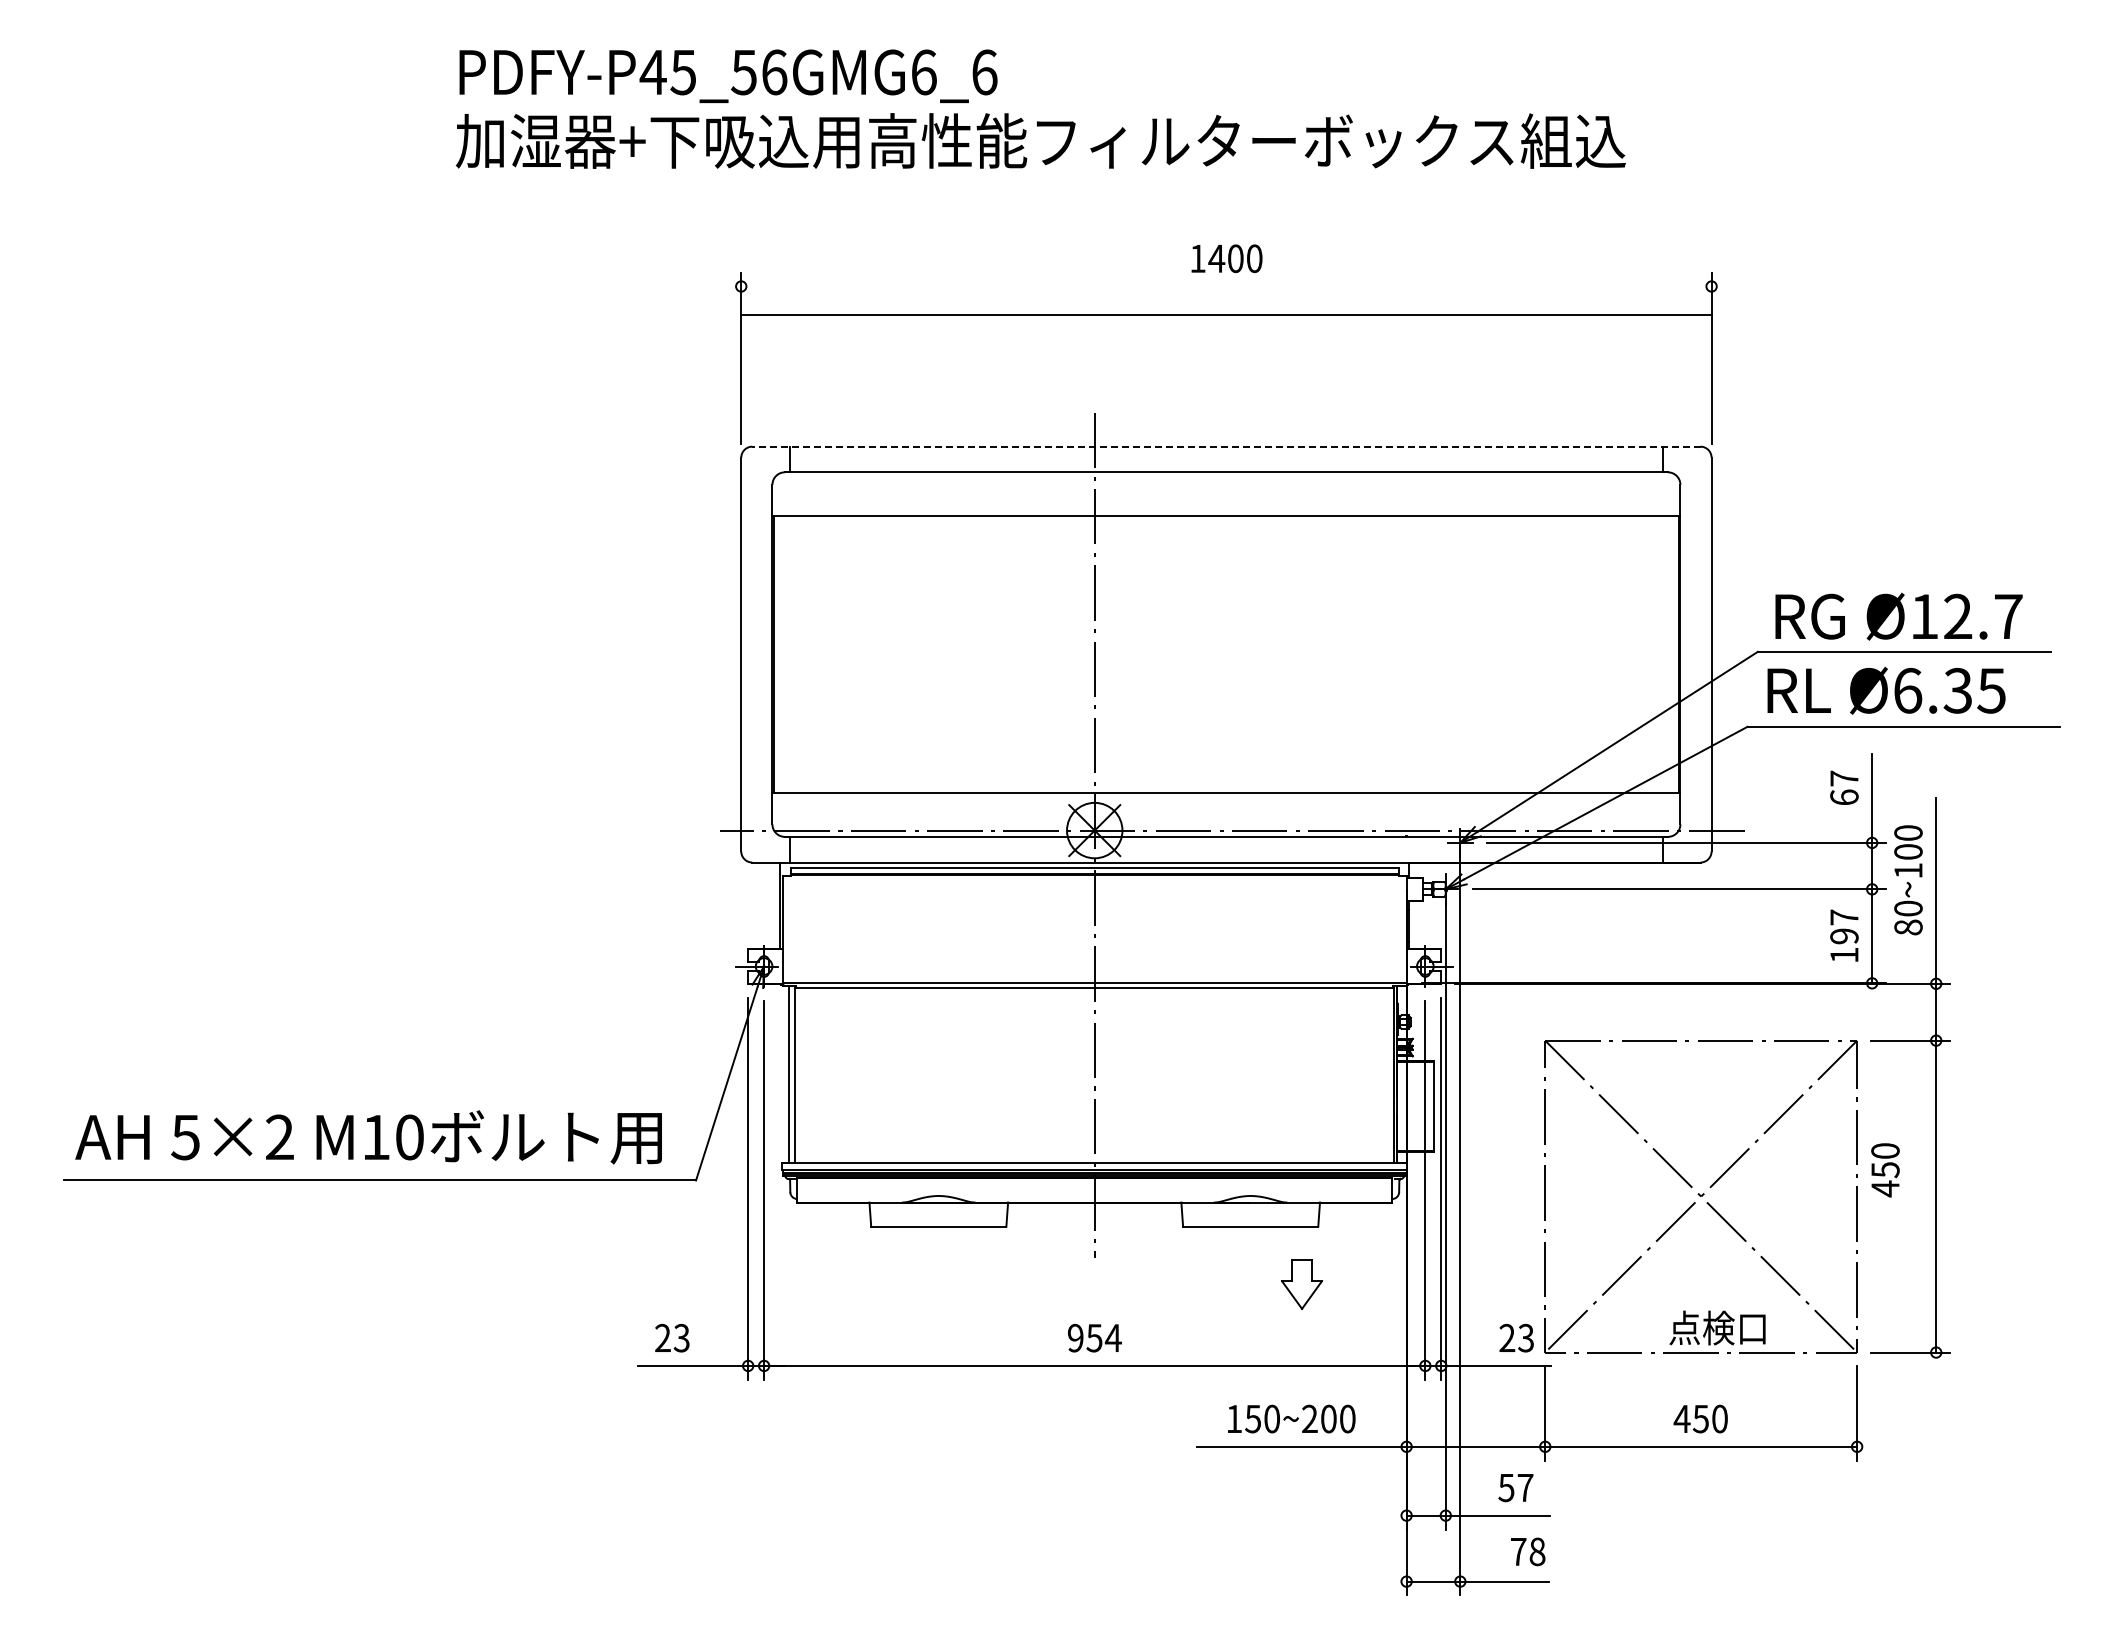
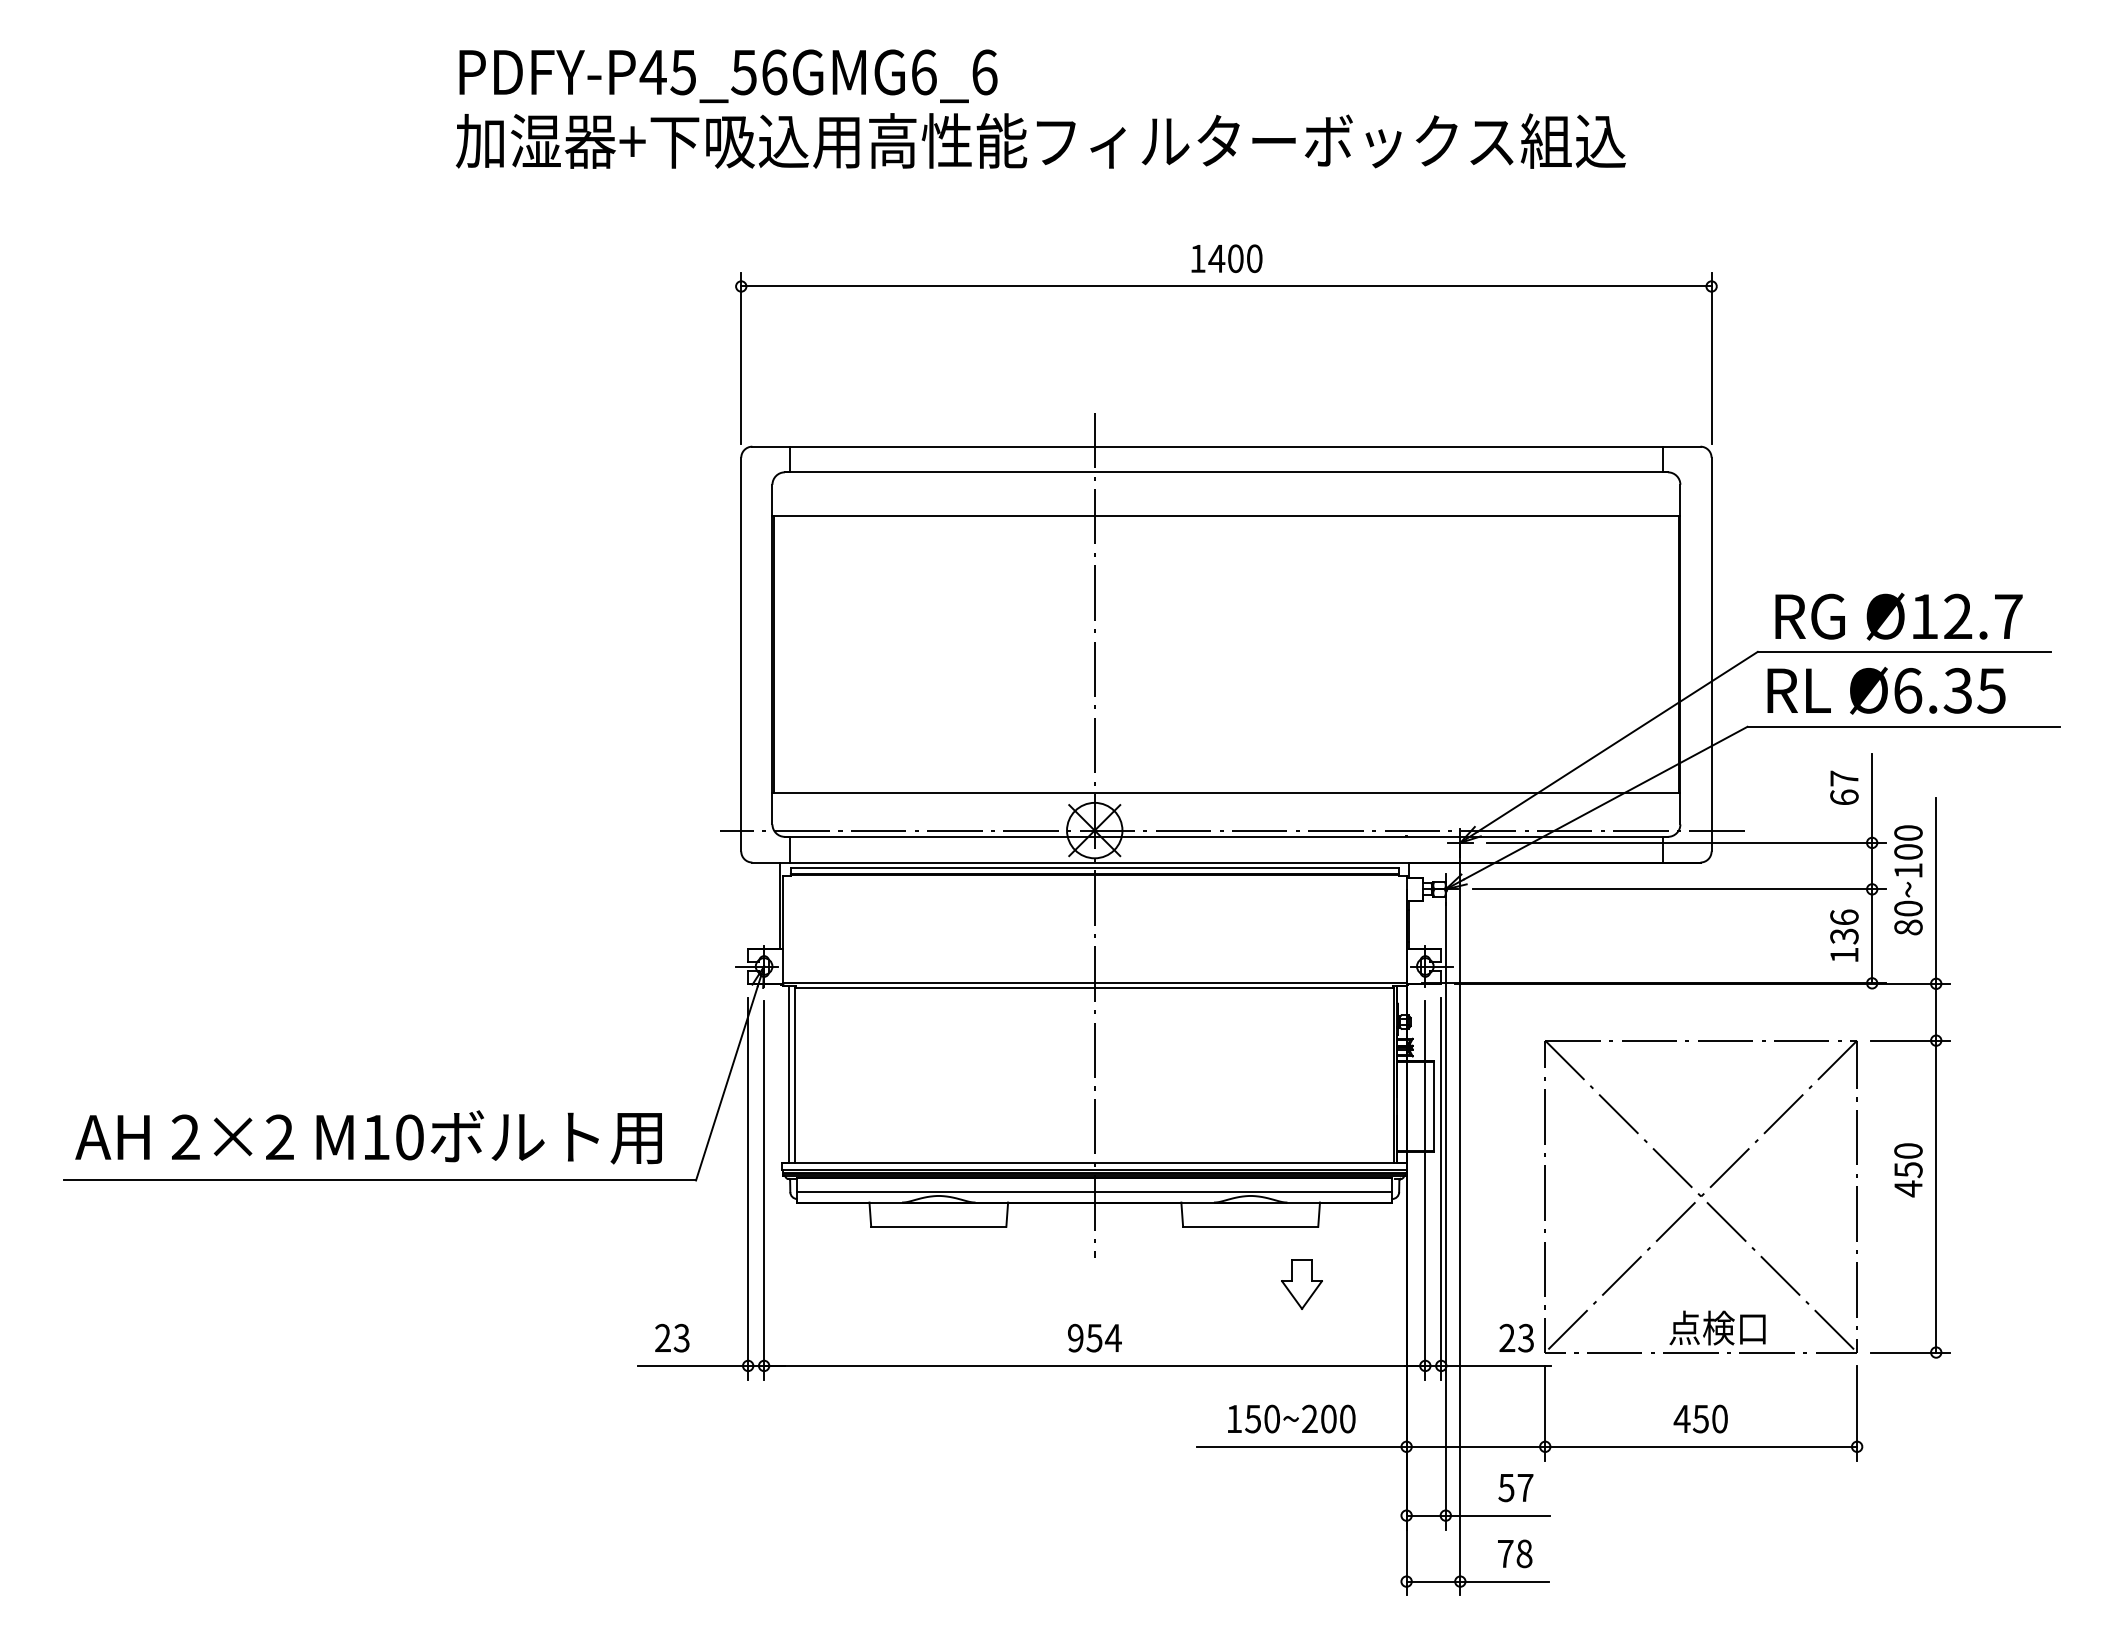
line at (1226, 315) position: (1226, 315) -> (1226, 286)
line at (1225, 446): dashed -> solid
text at (1844, 926): 197 -> 136
text at (185, 1137): 5×2 -> 2×2
text at (1885, 1170) position: (1885, 1170) -> (1908, 1170)
line at (1094, 1192): none -> present
text at (1528, 1551) position: (1528, 1551) -> (1515, 1553)
